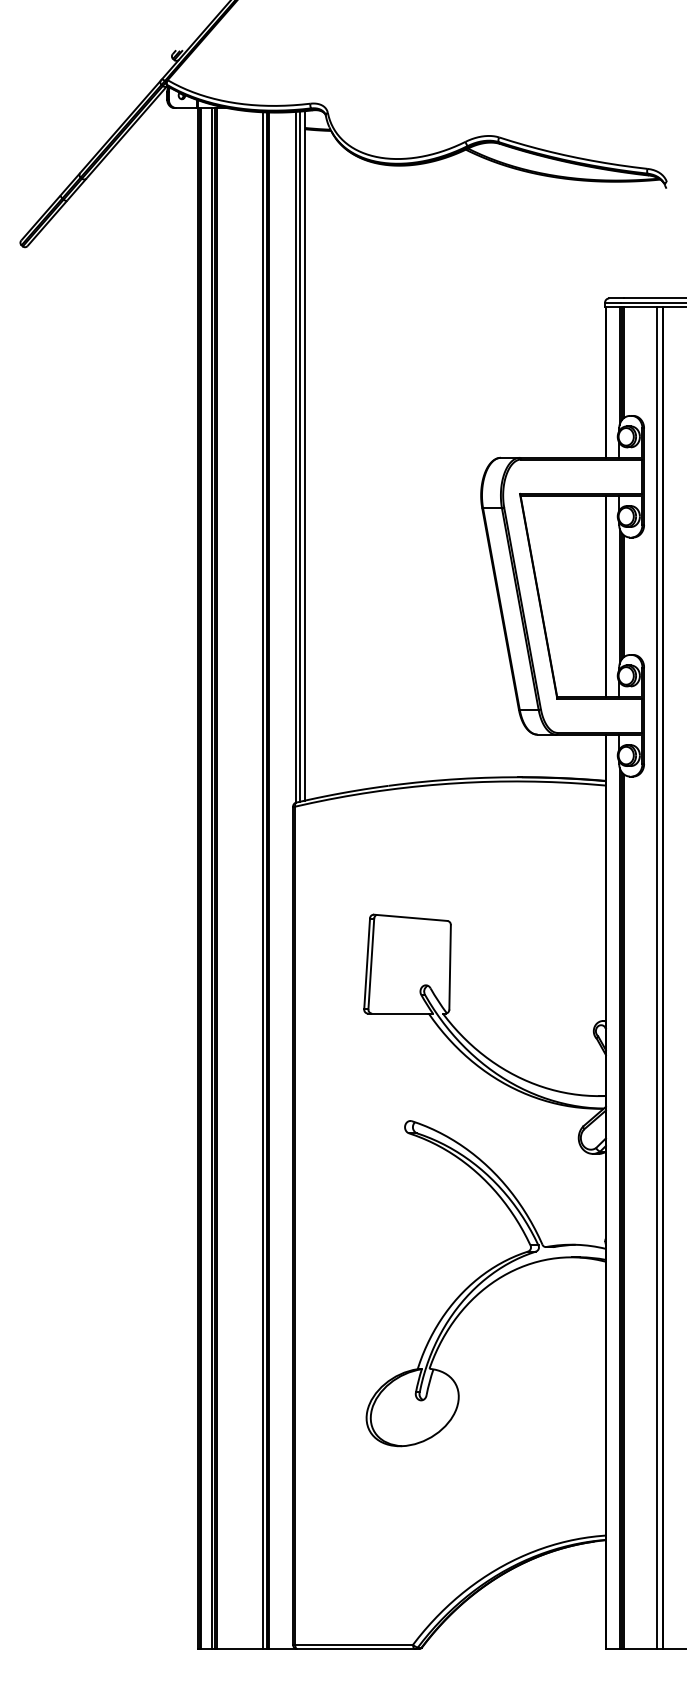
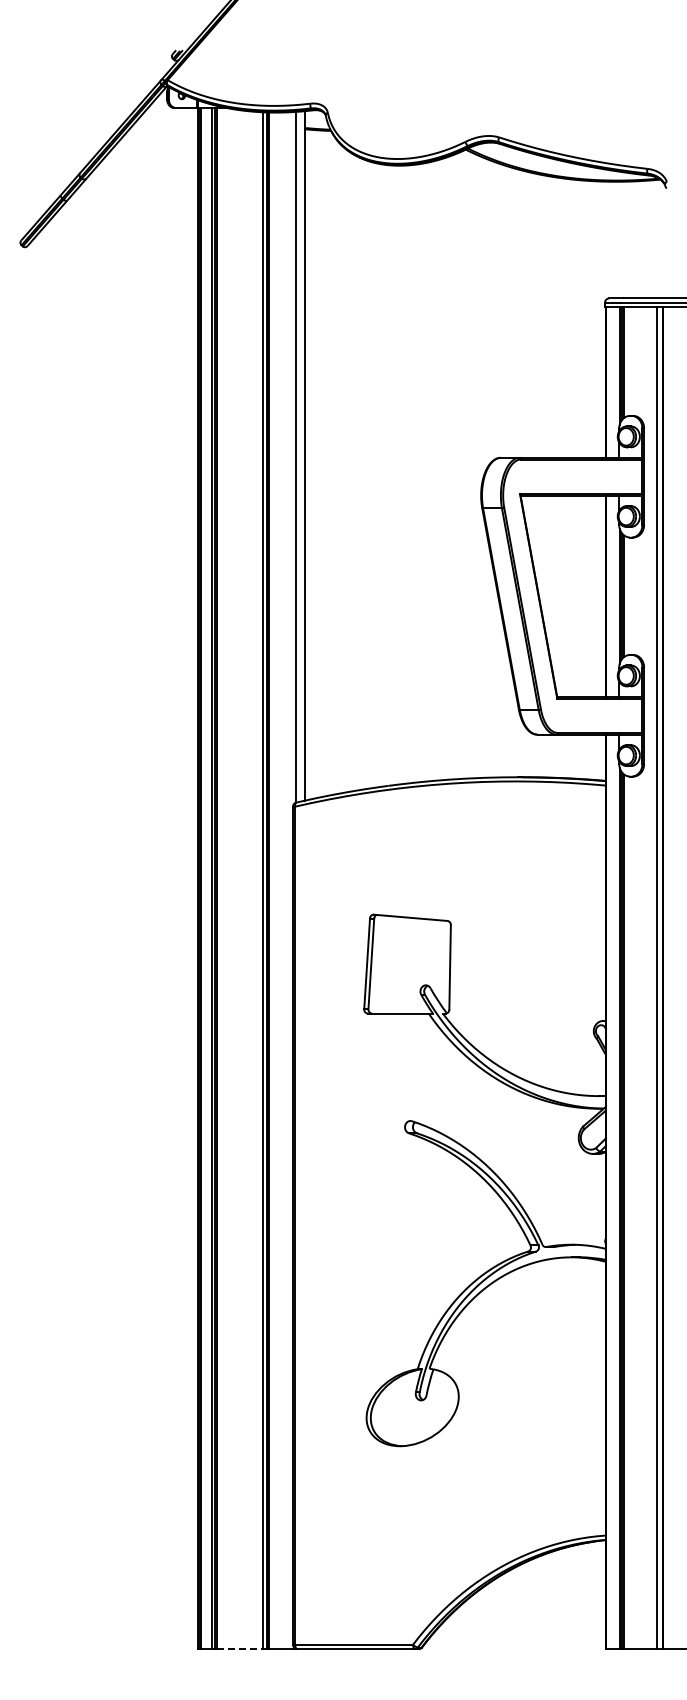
line at (299, 456): present -> none
line at (239, 1649): solid -> dashed
